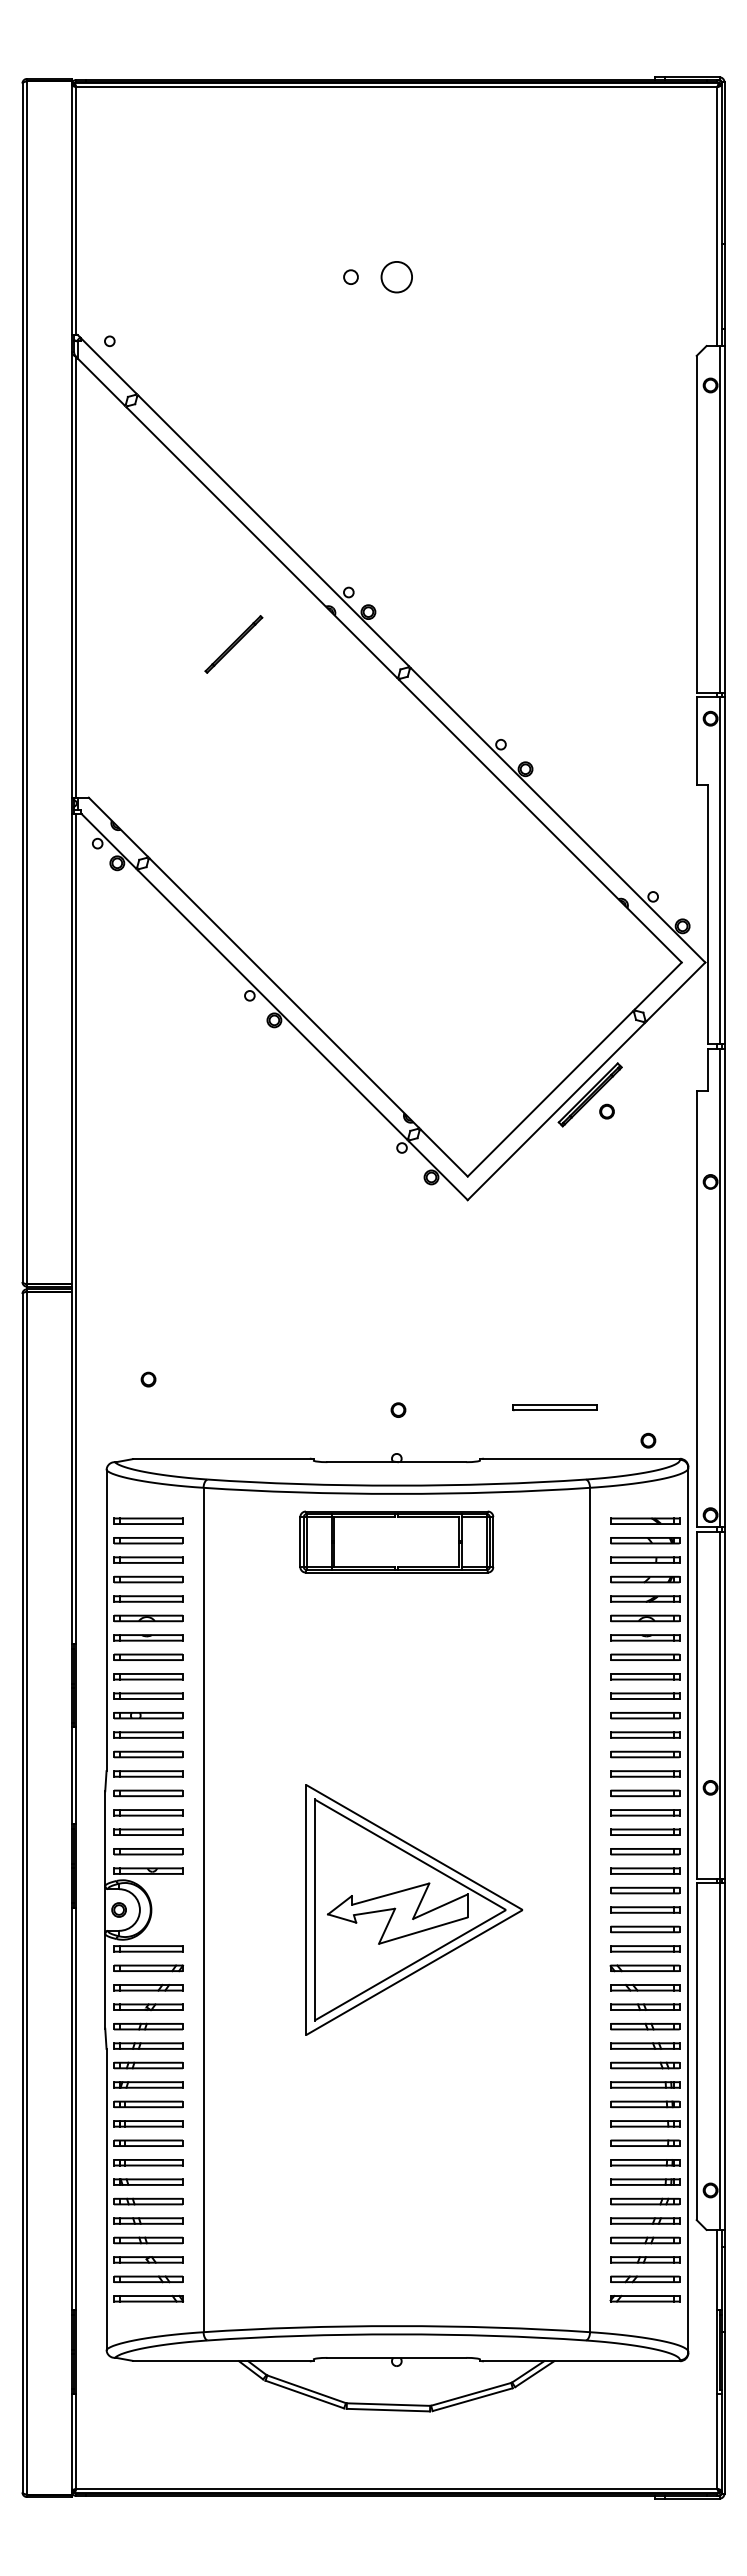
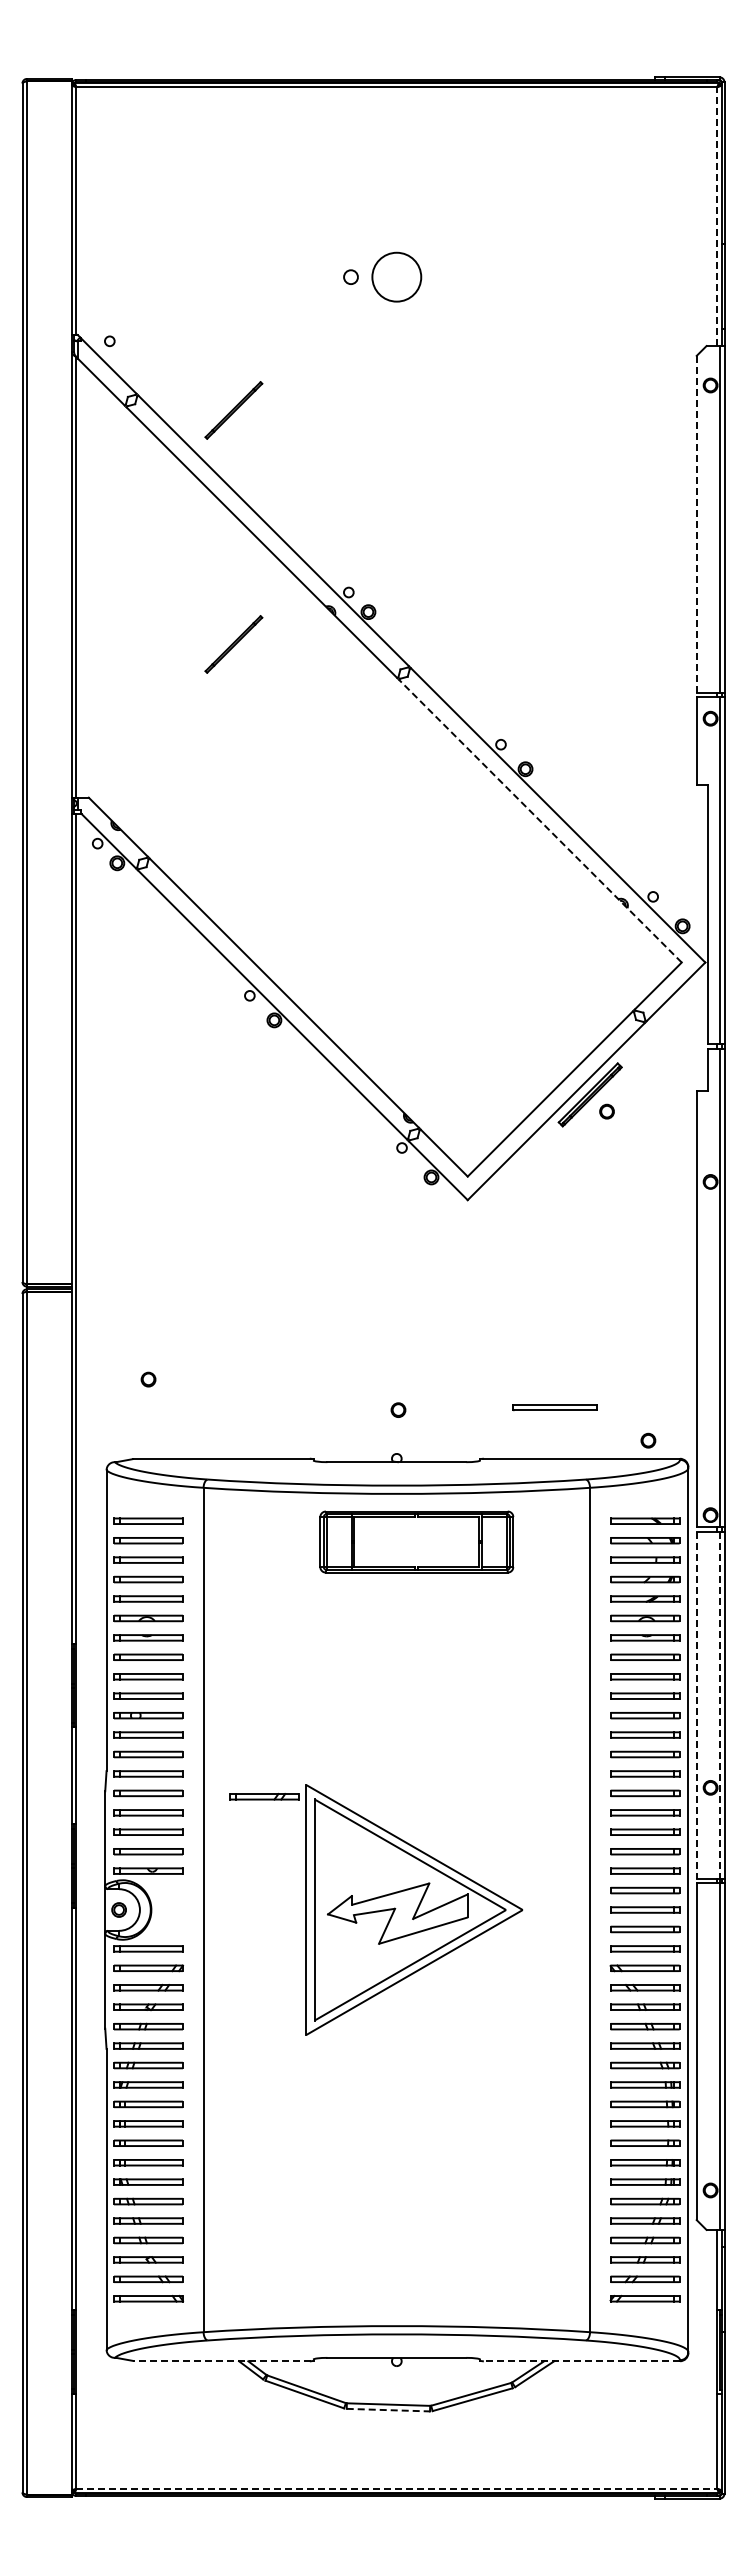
line at (717, 216): solid -> dashed
circle at (396, 276) diameter: 31 px -> 49 px
part at (233, 410): none -> present
line at (696, 524): solid -> dashed
line at (540, 821): solid -> dashed
part at (396, 1541) position: (396, 1541) -> (416, 1541)
line at (696, 1705): solid -> dashed
line at (719, 1705): solid -> dashed
part at (264, 1796): none -> present
line at (221, 2361): solid -> dashed
line at (581, 2361): solid -> dashed
line at (388, 2410): solid -> dashed
line at (397, 2488): solid -> dashed
